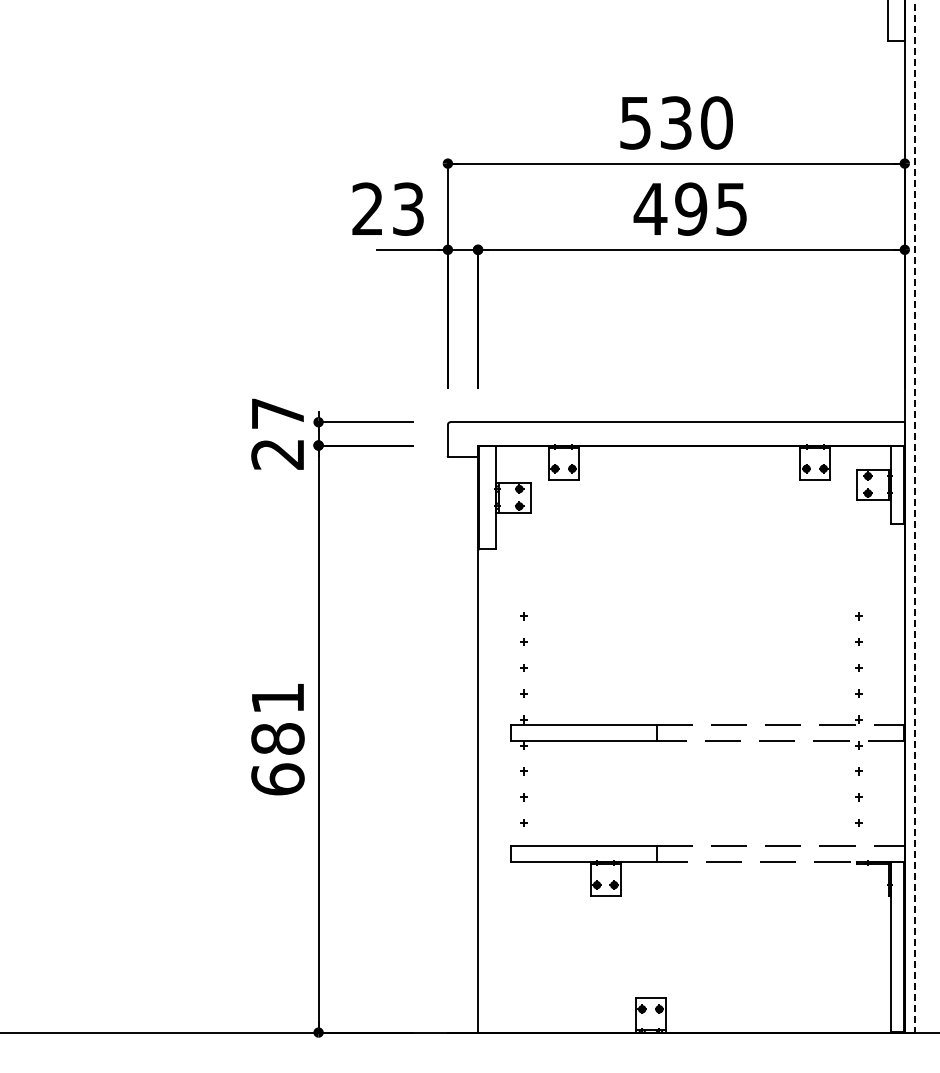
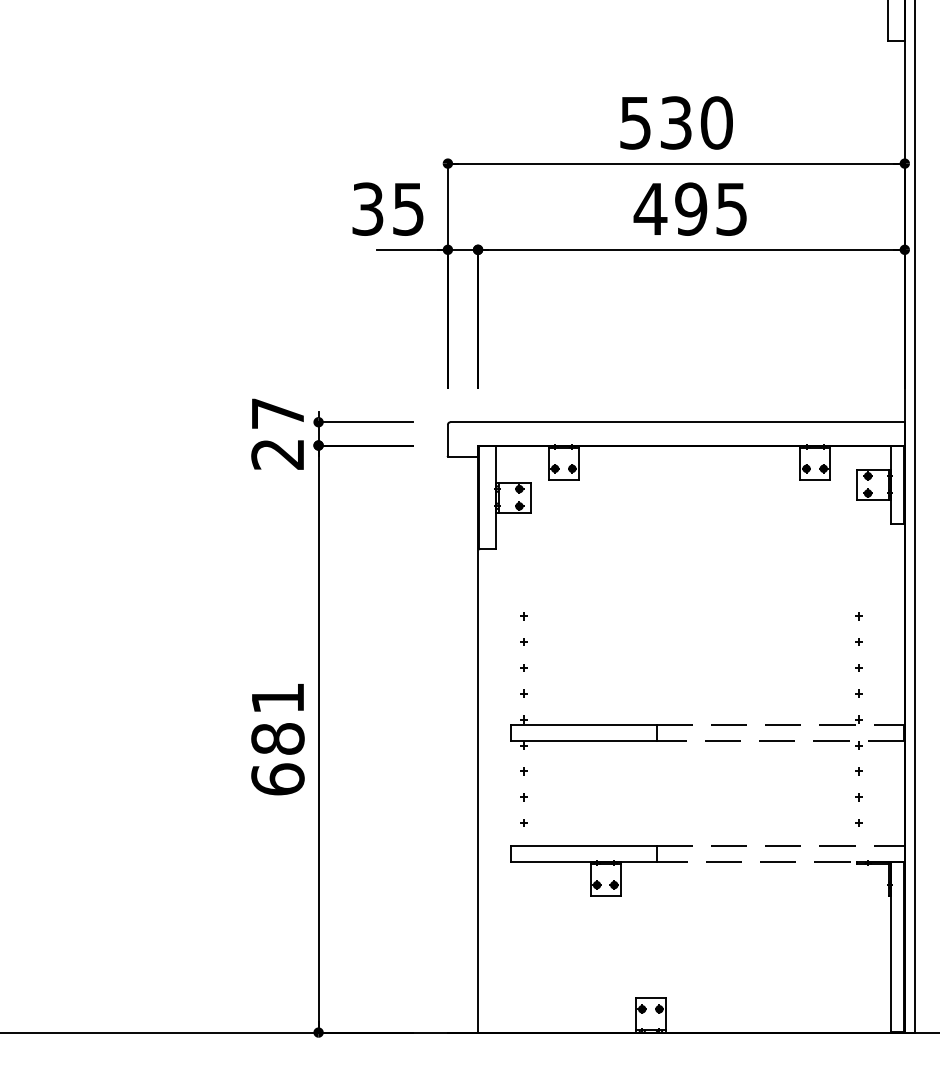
text at (387, 208): 23 -> 35
line at (915, 516): dashed -> solid
